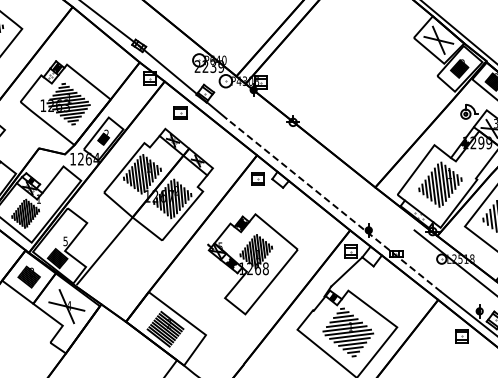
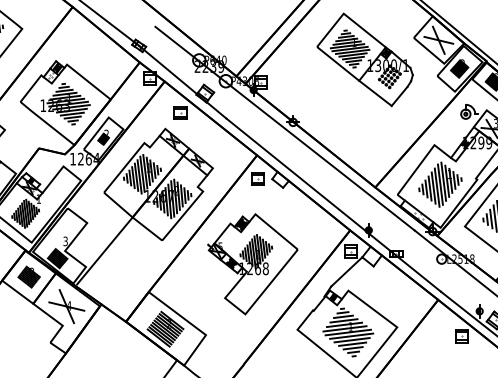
part at (364, 59): none -> present
line at (284, 128): none -> present
line at (333, 205): dashed -> solid
text at (65, 240): 5 -> 3
